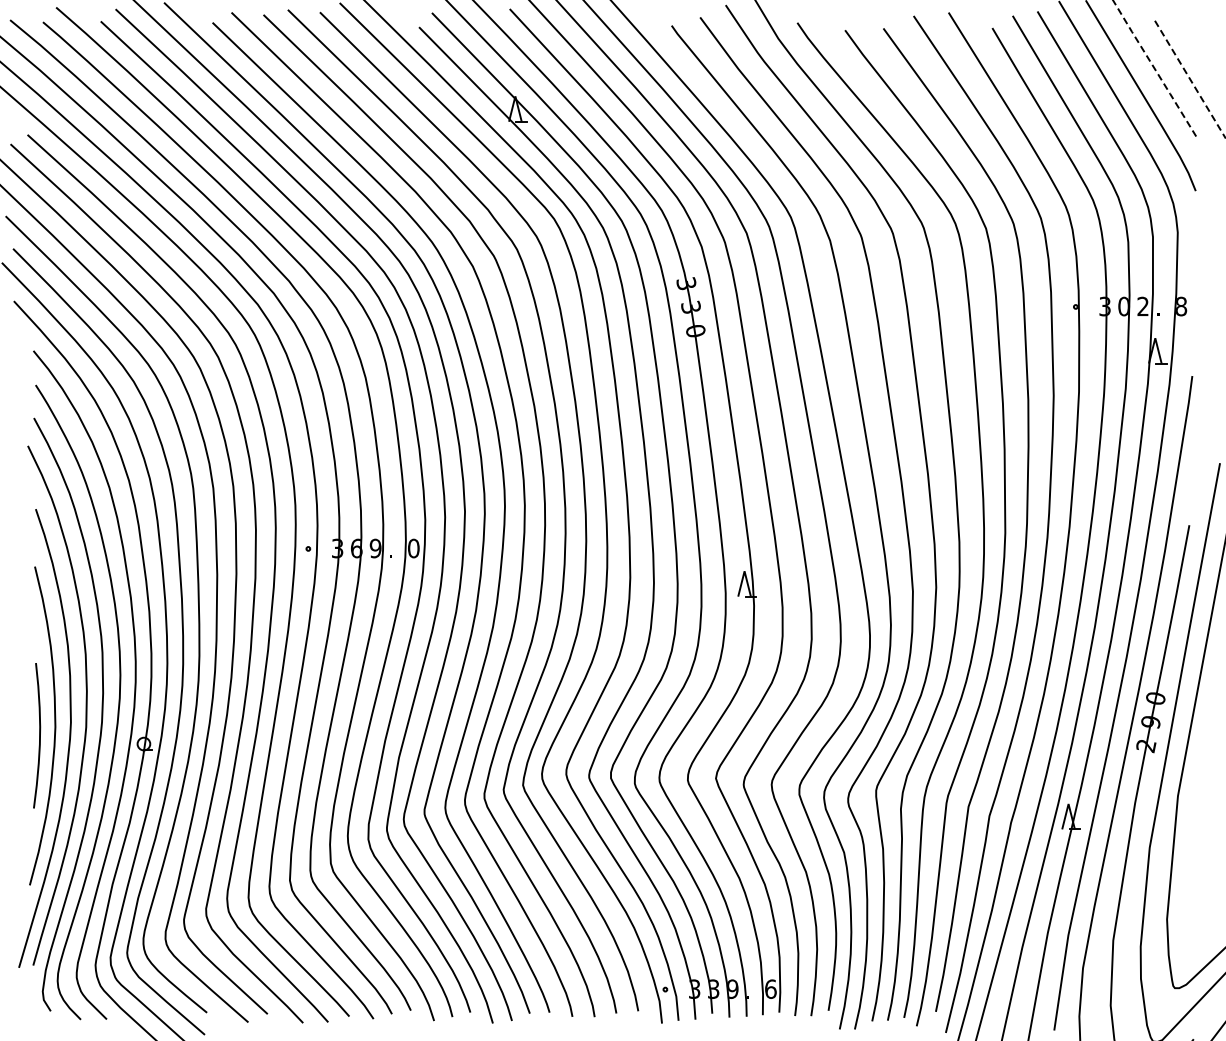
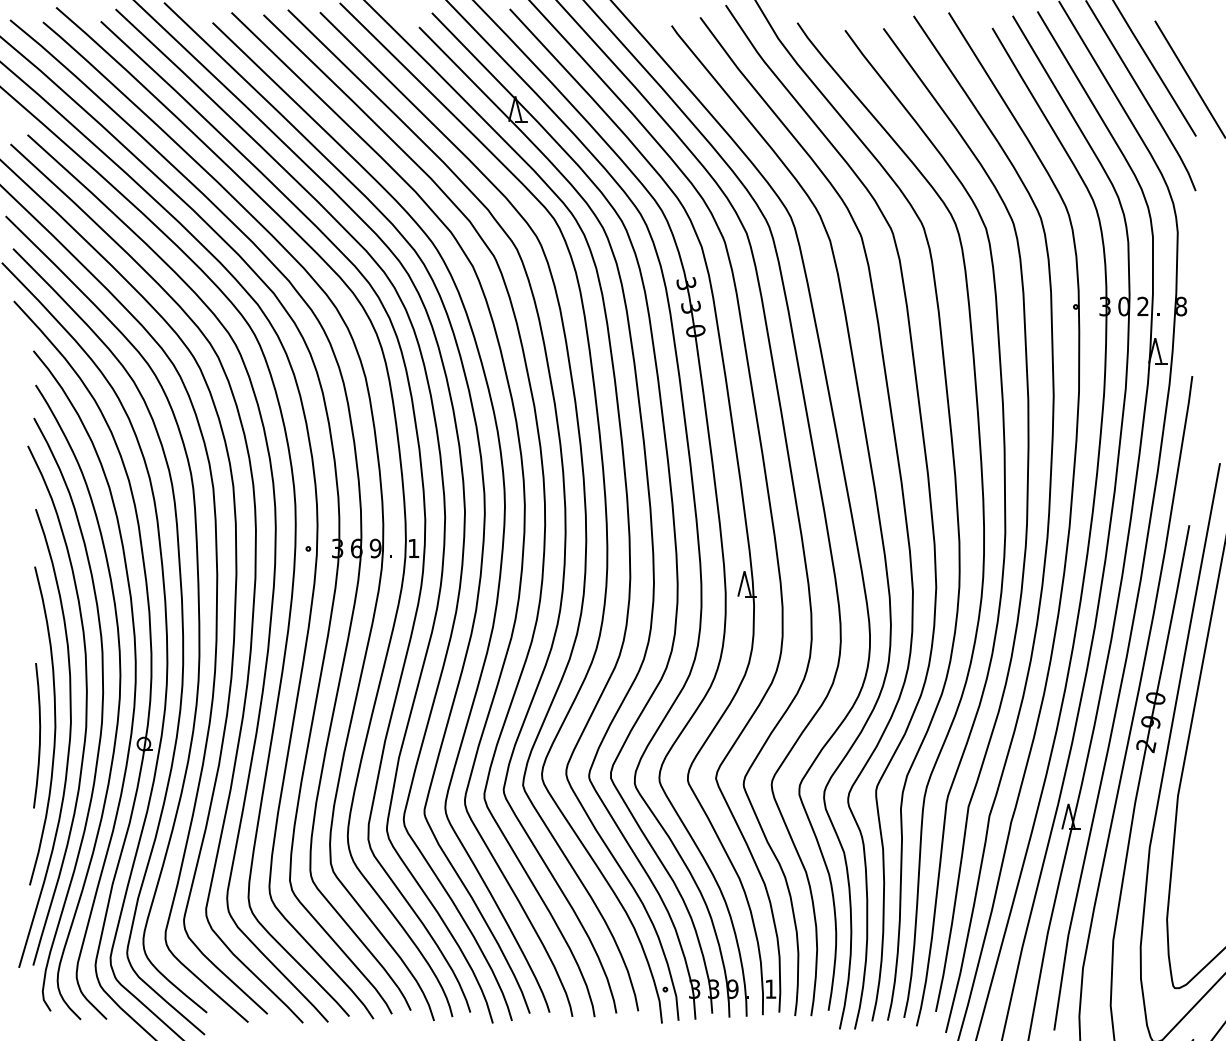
line at (1154, 68): dashed -> solid
line at (1190, 79): dashed -> solid
text at (413, 548): 0 -> 1
text at (770, 988): 6 -> 1
